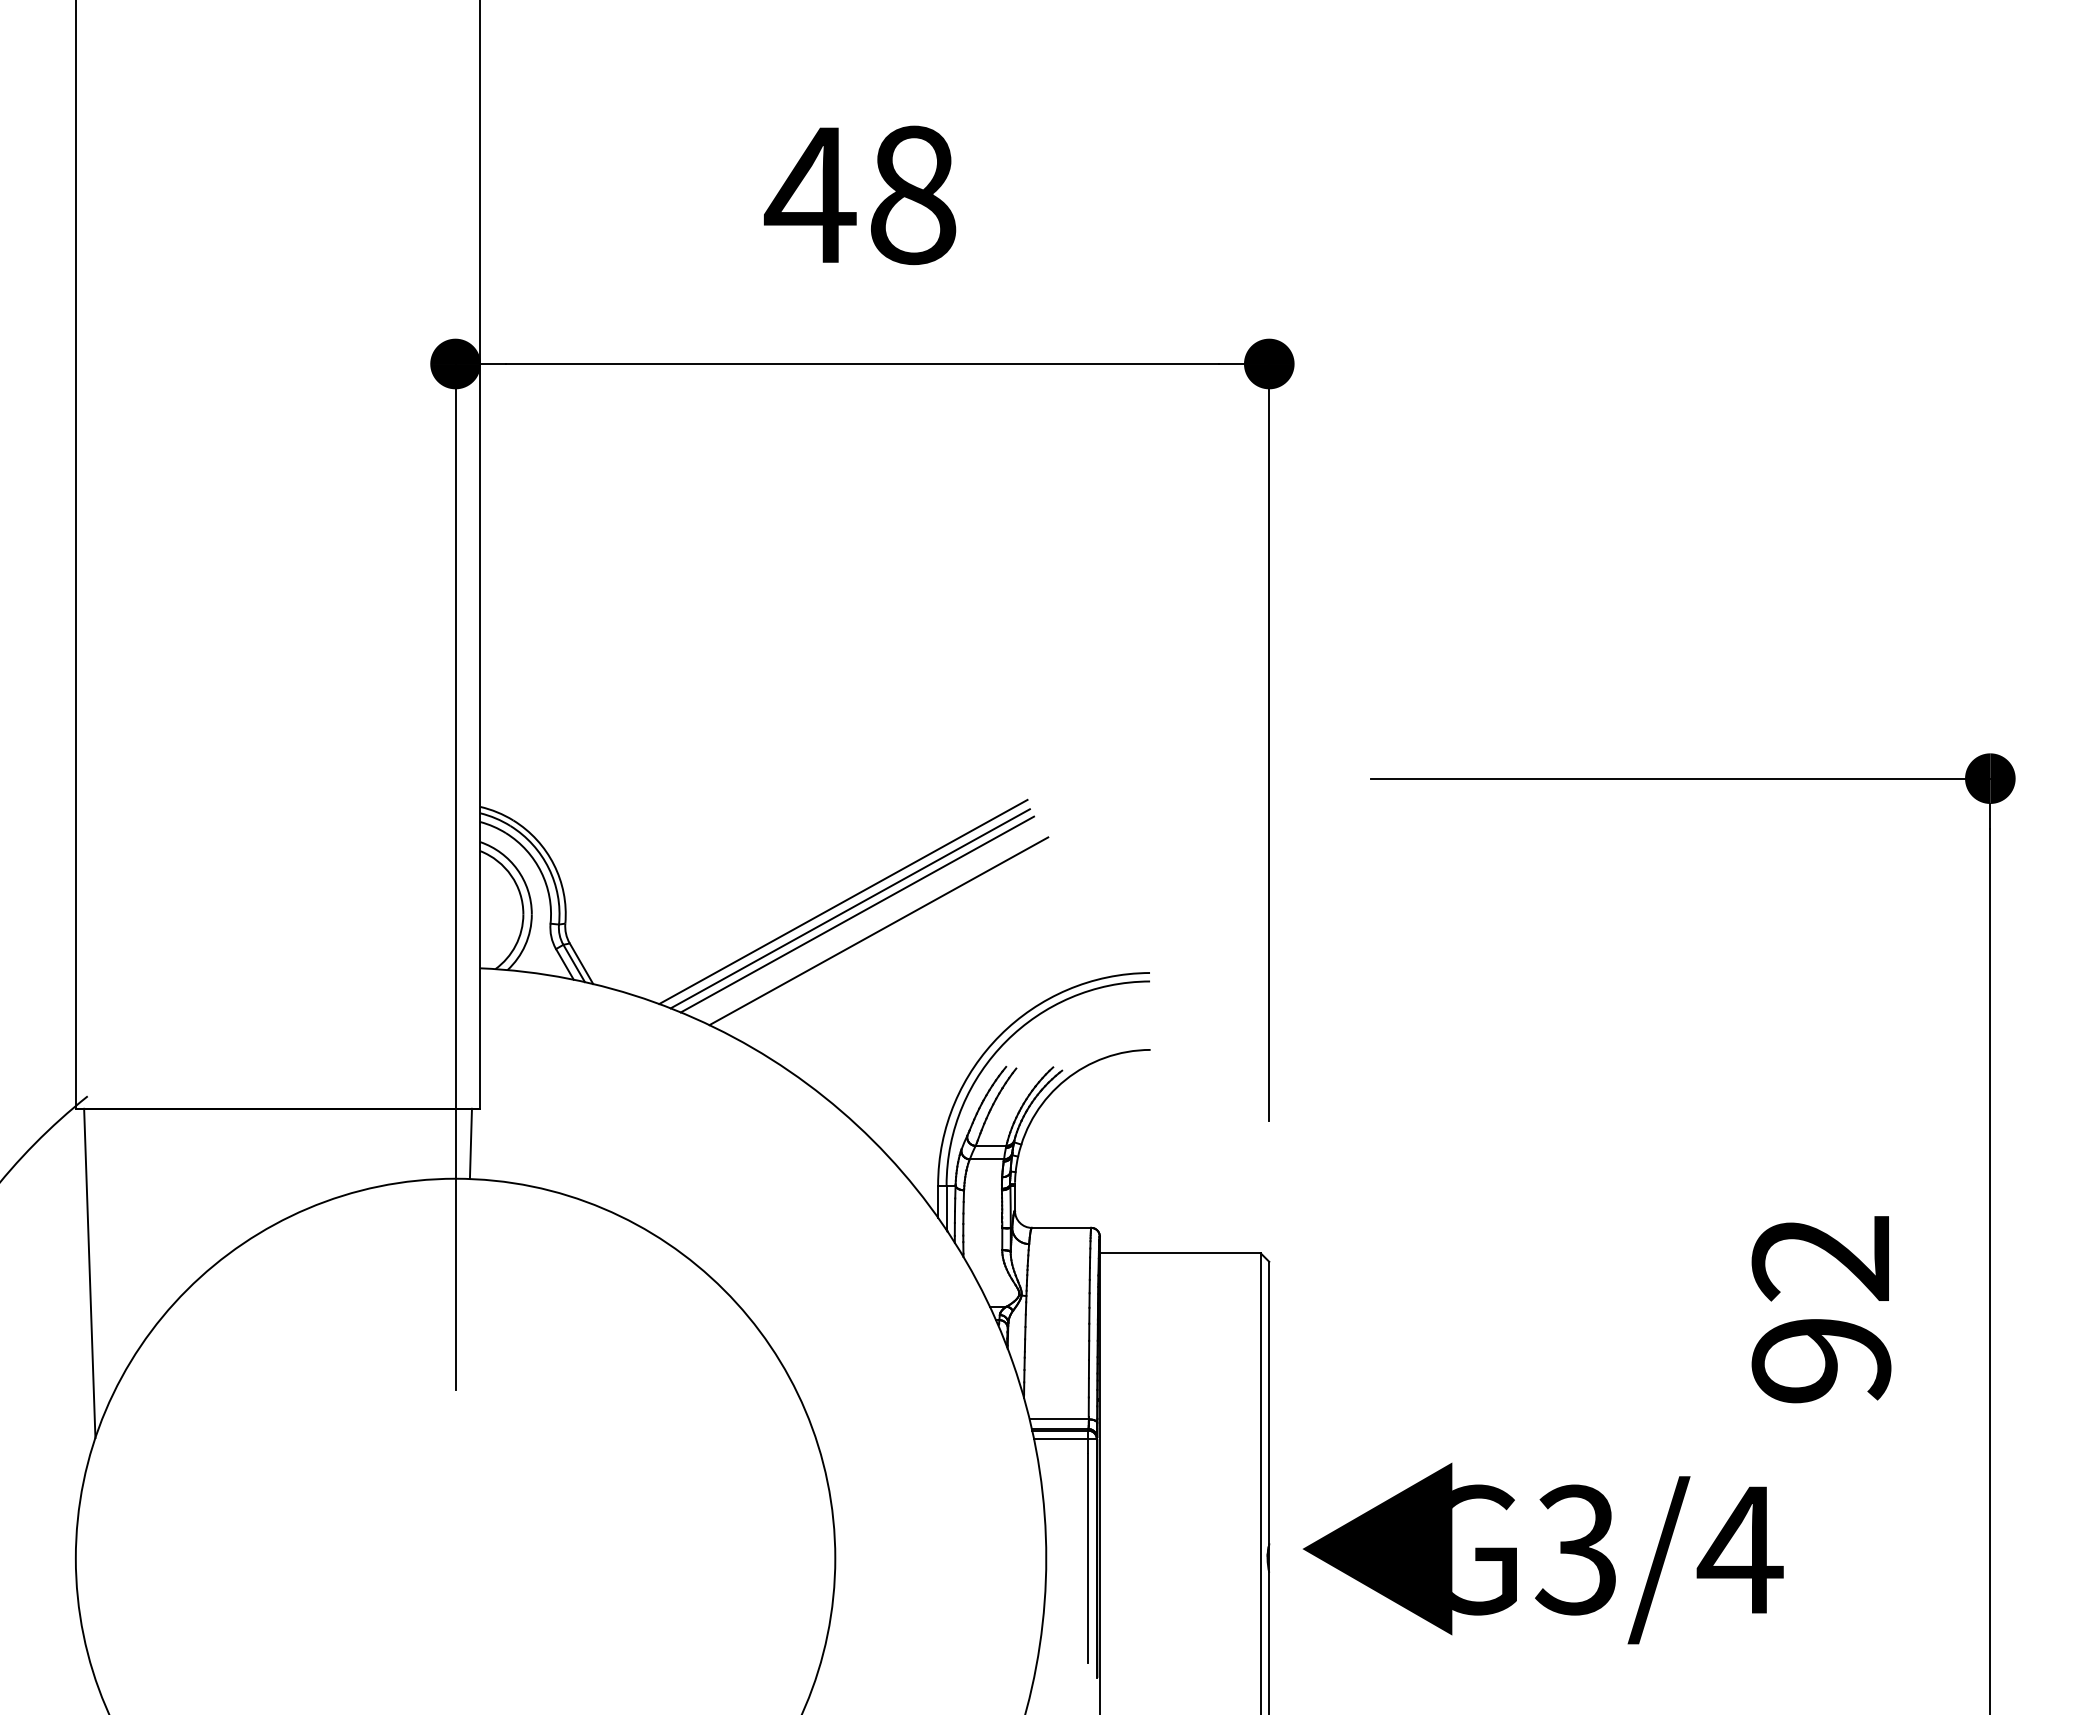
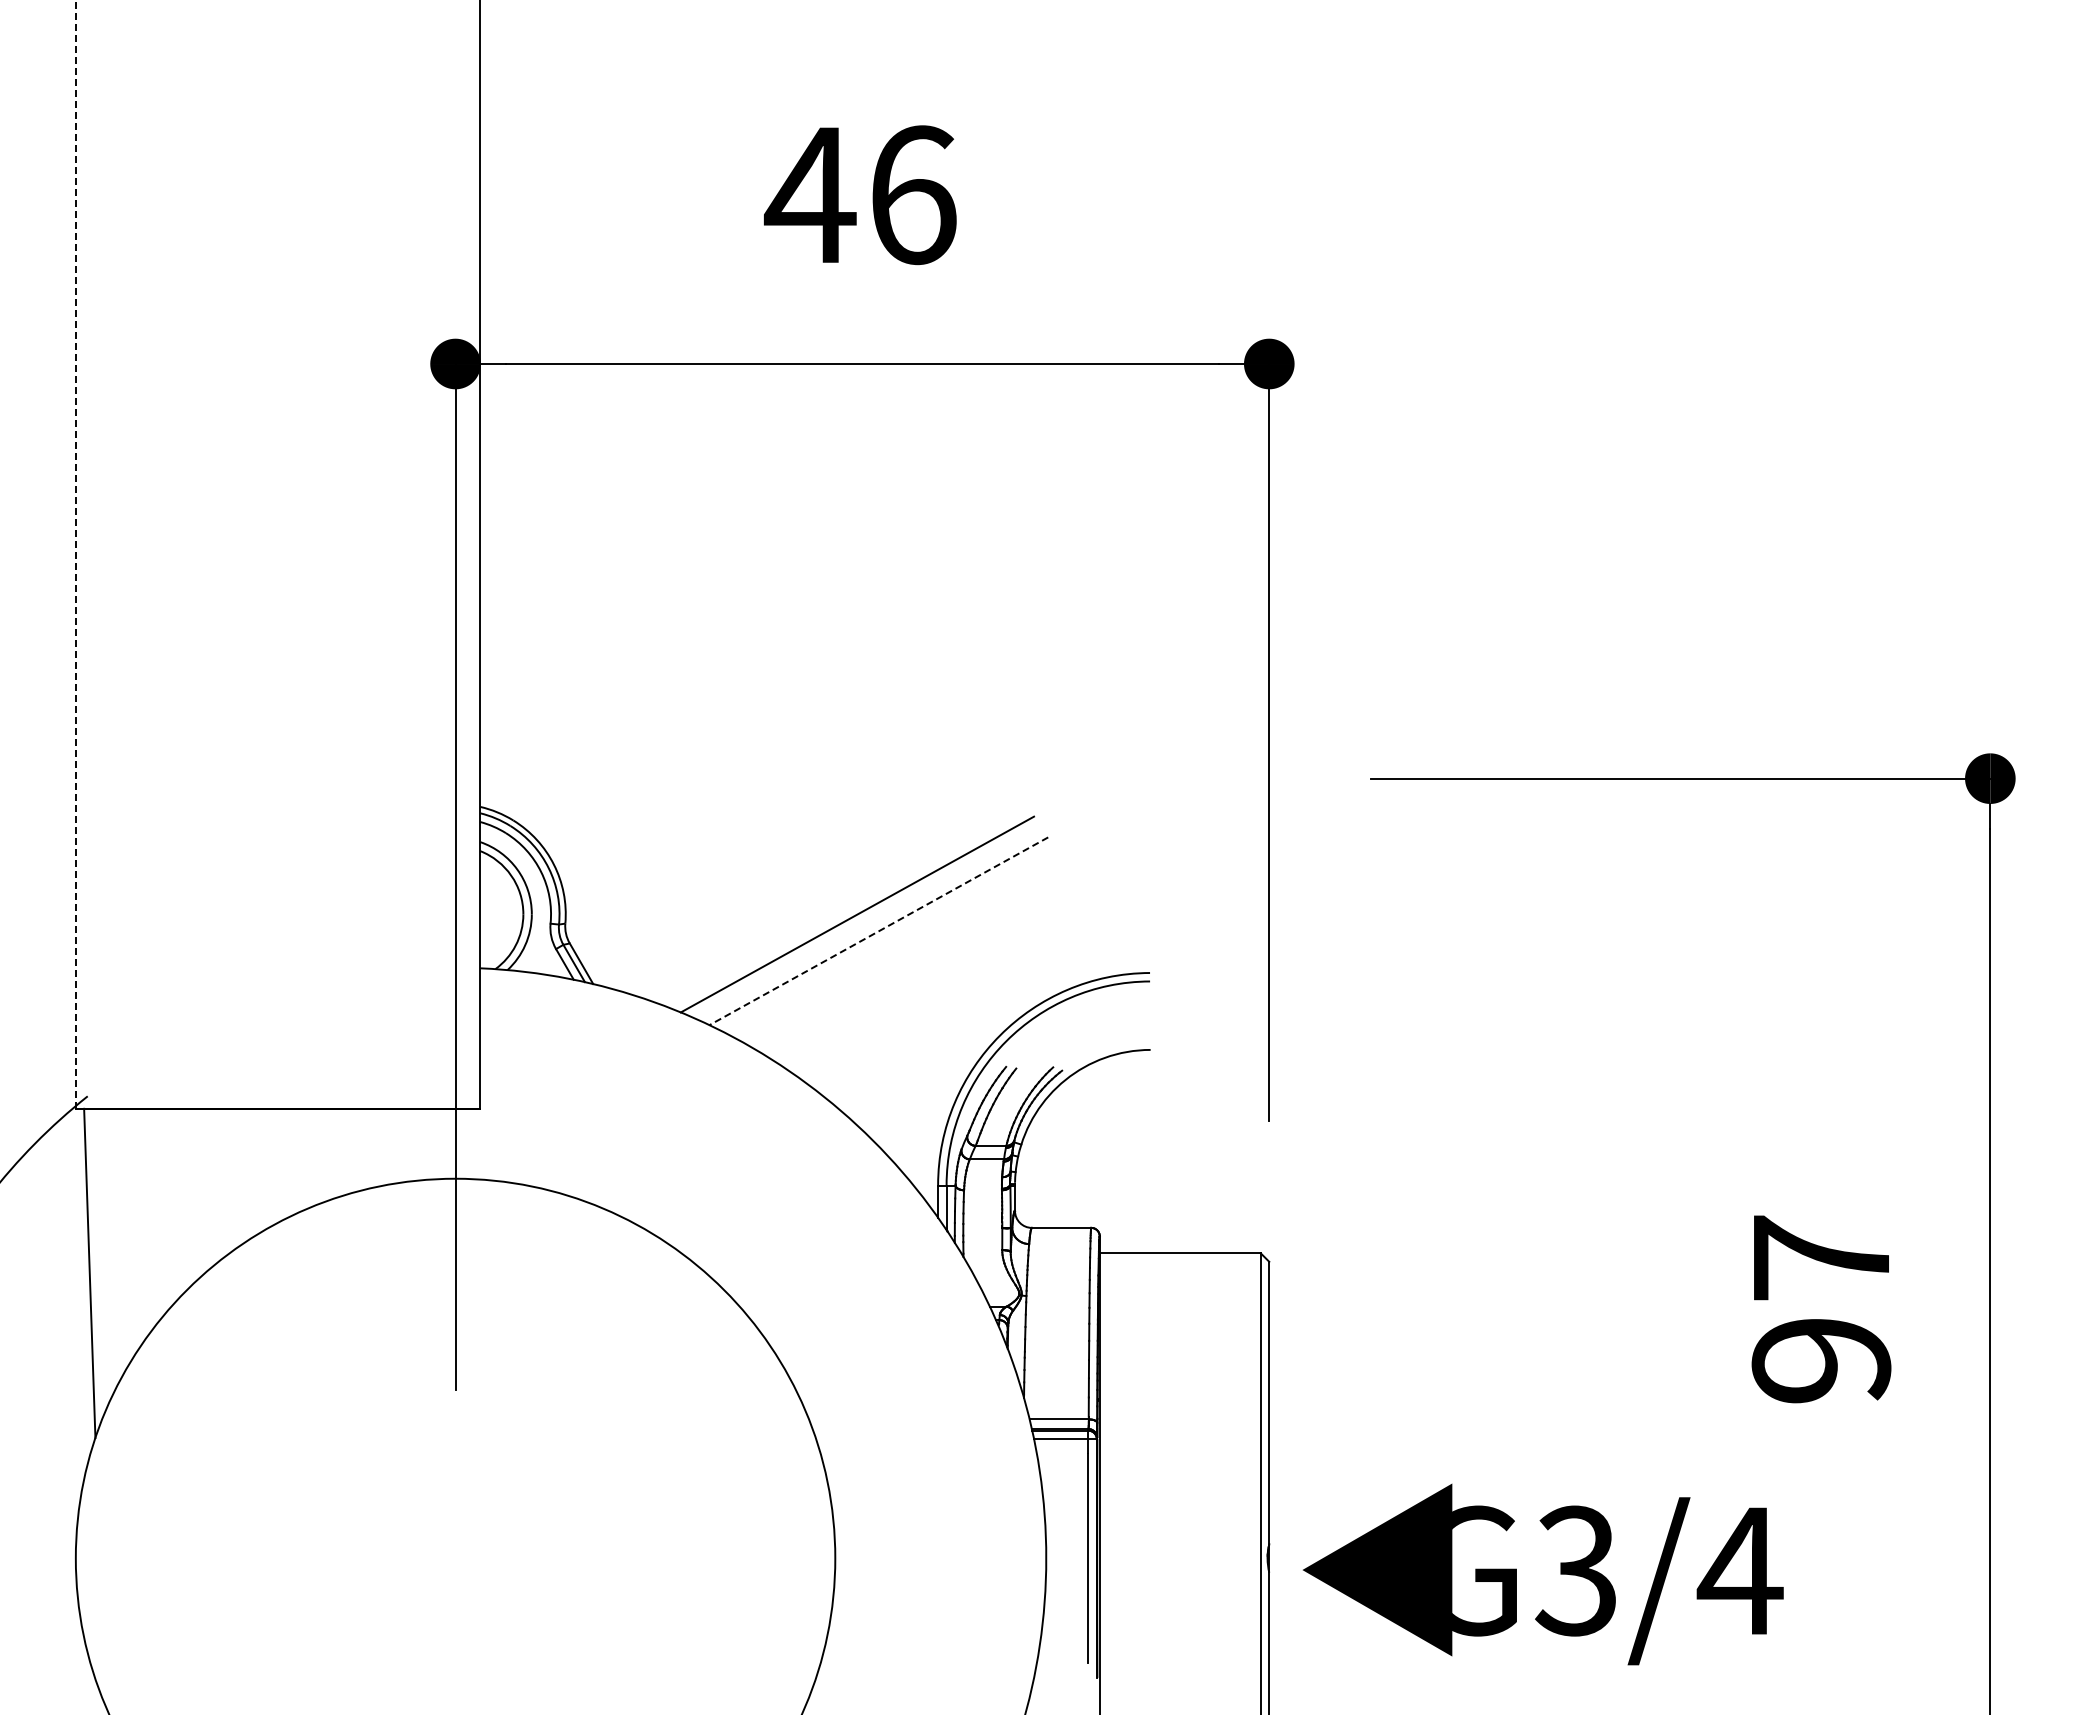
text at (913, 195): 48 -> 46
line at (75, 554): solid -> dashed
line at (843, 901): present -> none
line at (849, 908): present -> none
line at (878, 931): solid -> dashed
line at (470, 1143): present -> none
text at (1819, 1258): 92 -> 97
text at (1542, 1553) position: (1542, 1553) -> (1542, 1574)
